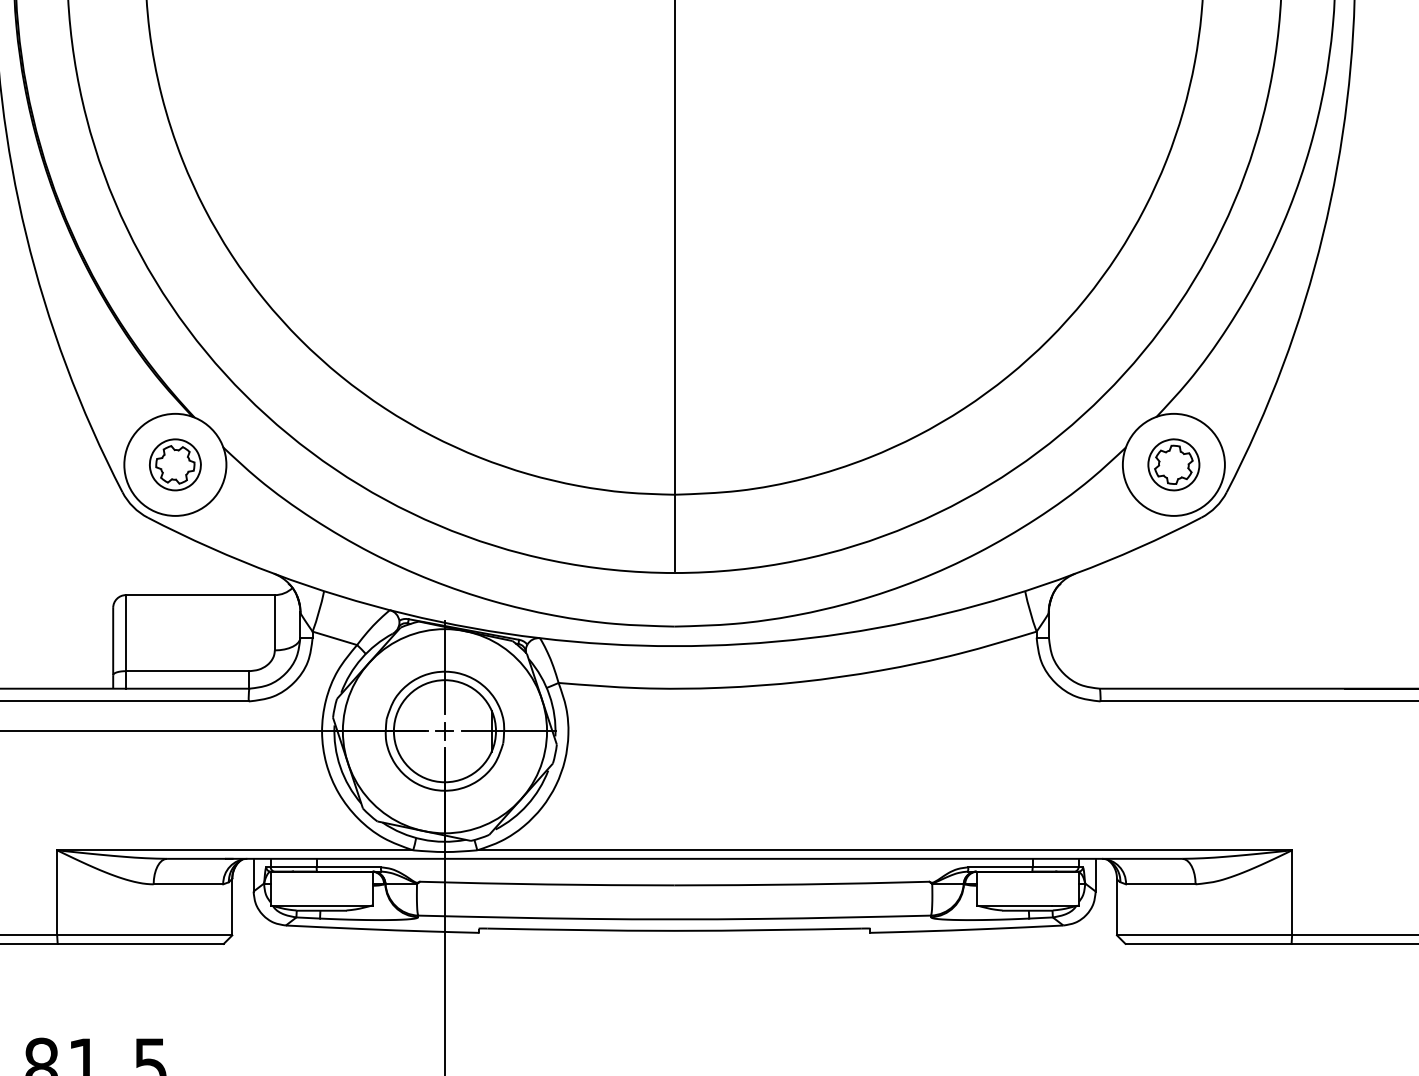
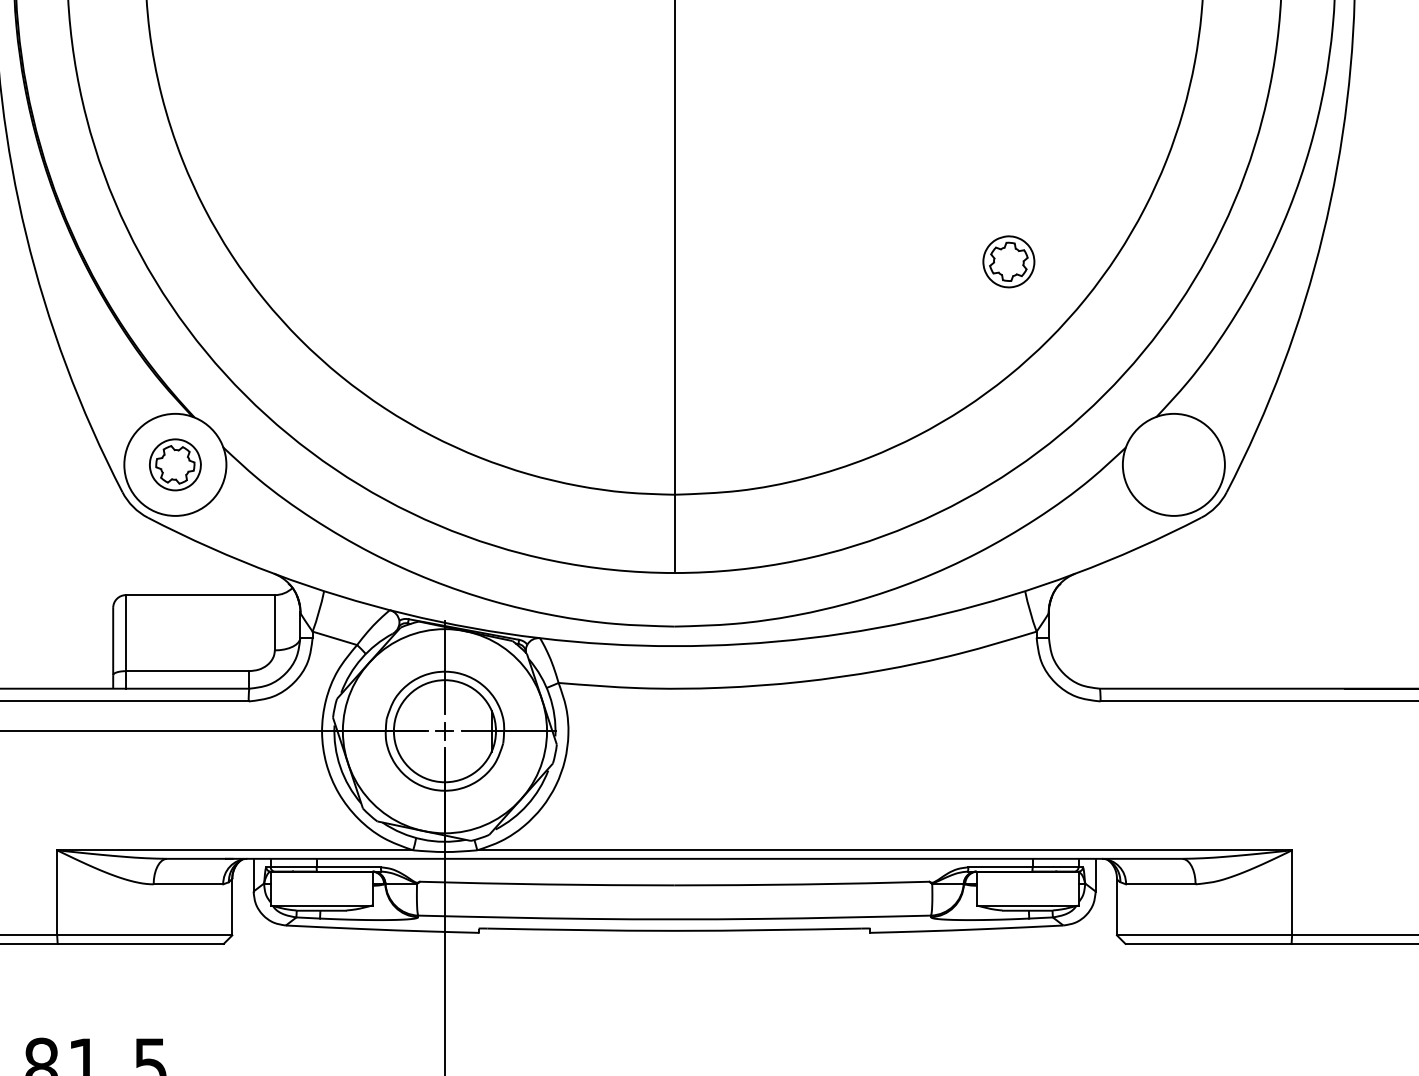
part at (1173, 464) position: (1173, 464) -> (1008, 261)
